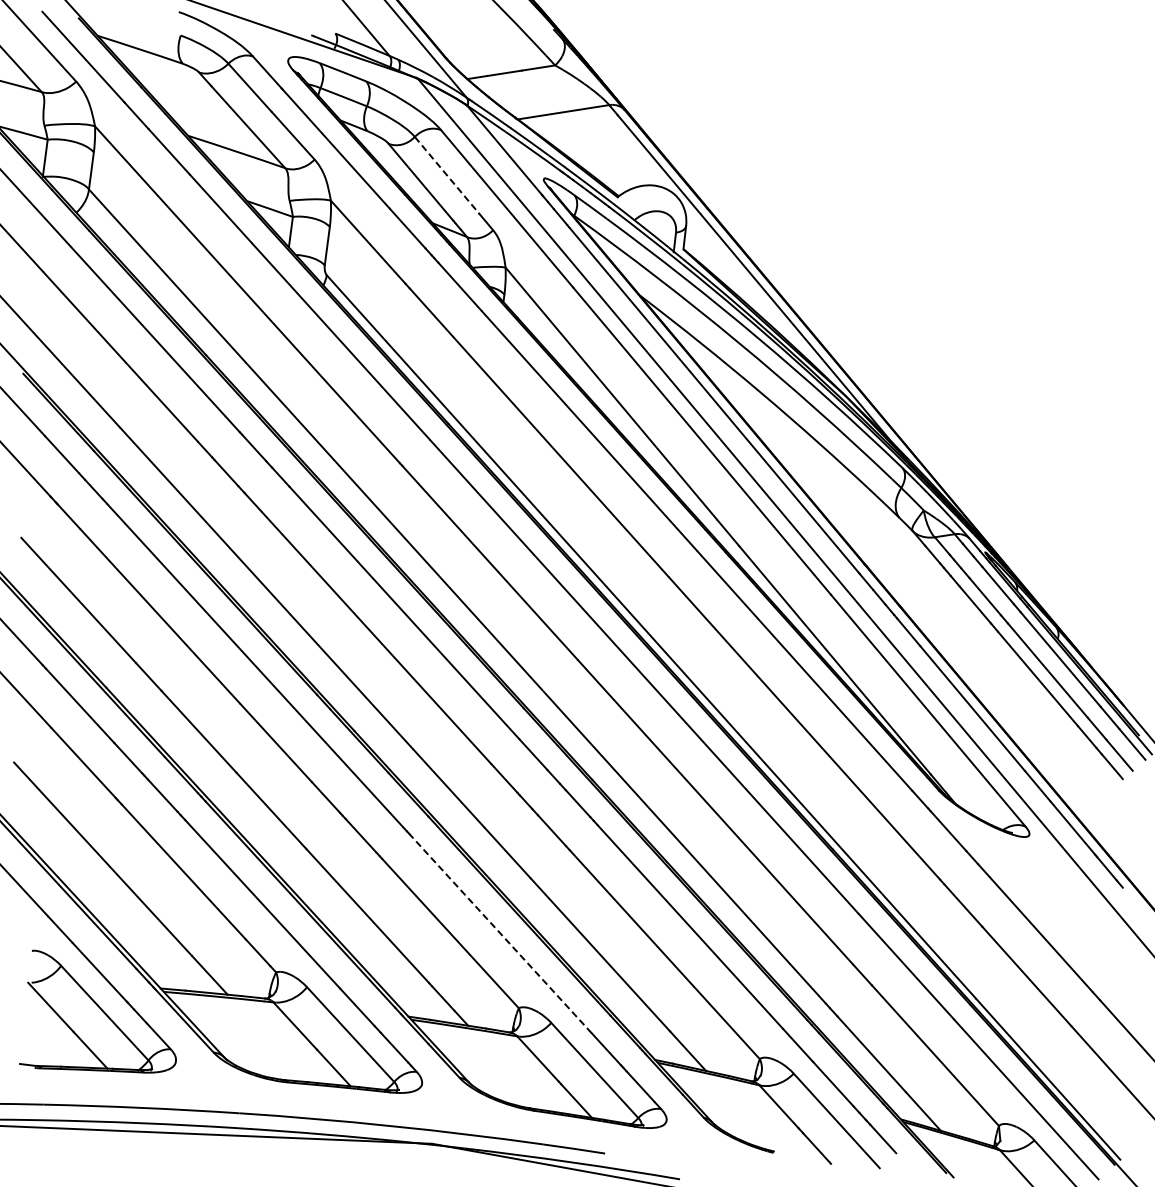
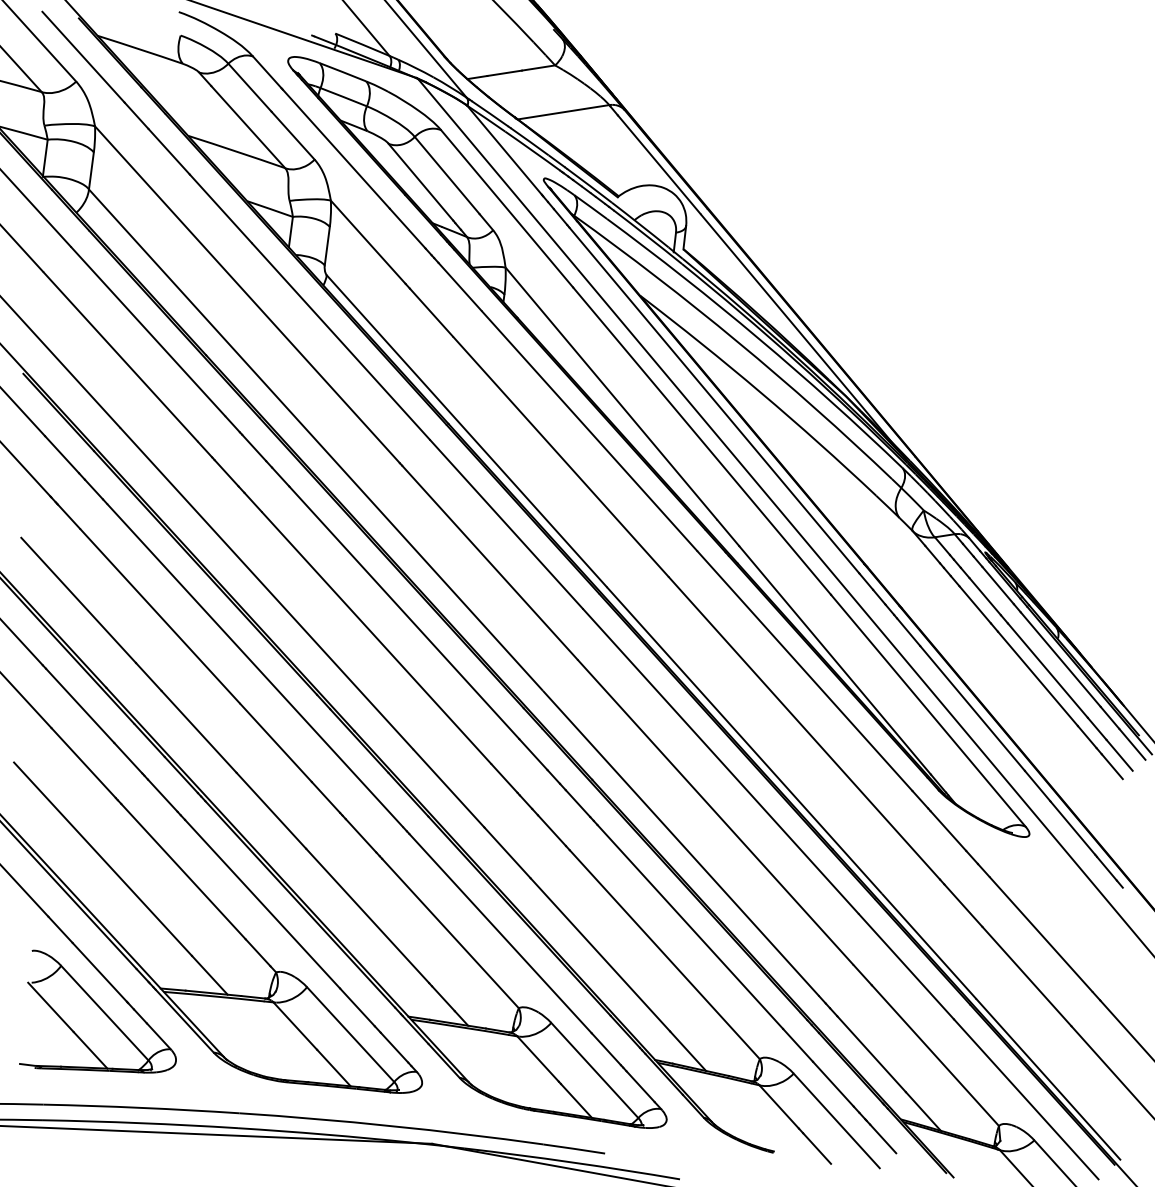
line at (447, 175): dashed -> solid
line at (500, 933): dashed -> solid
